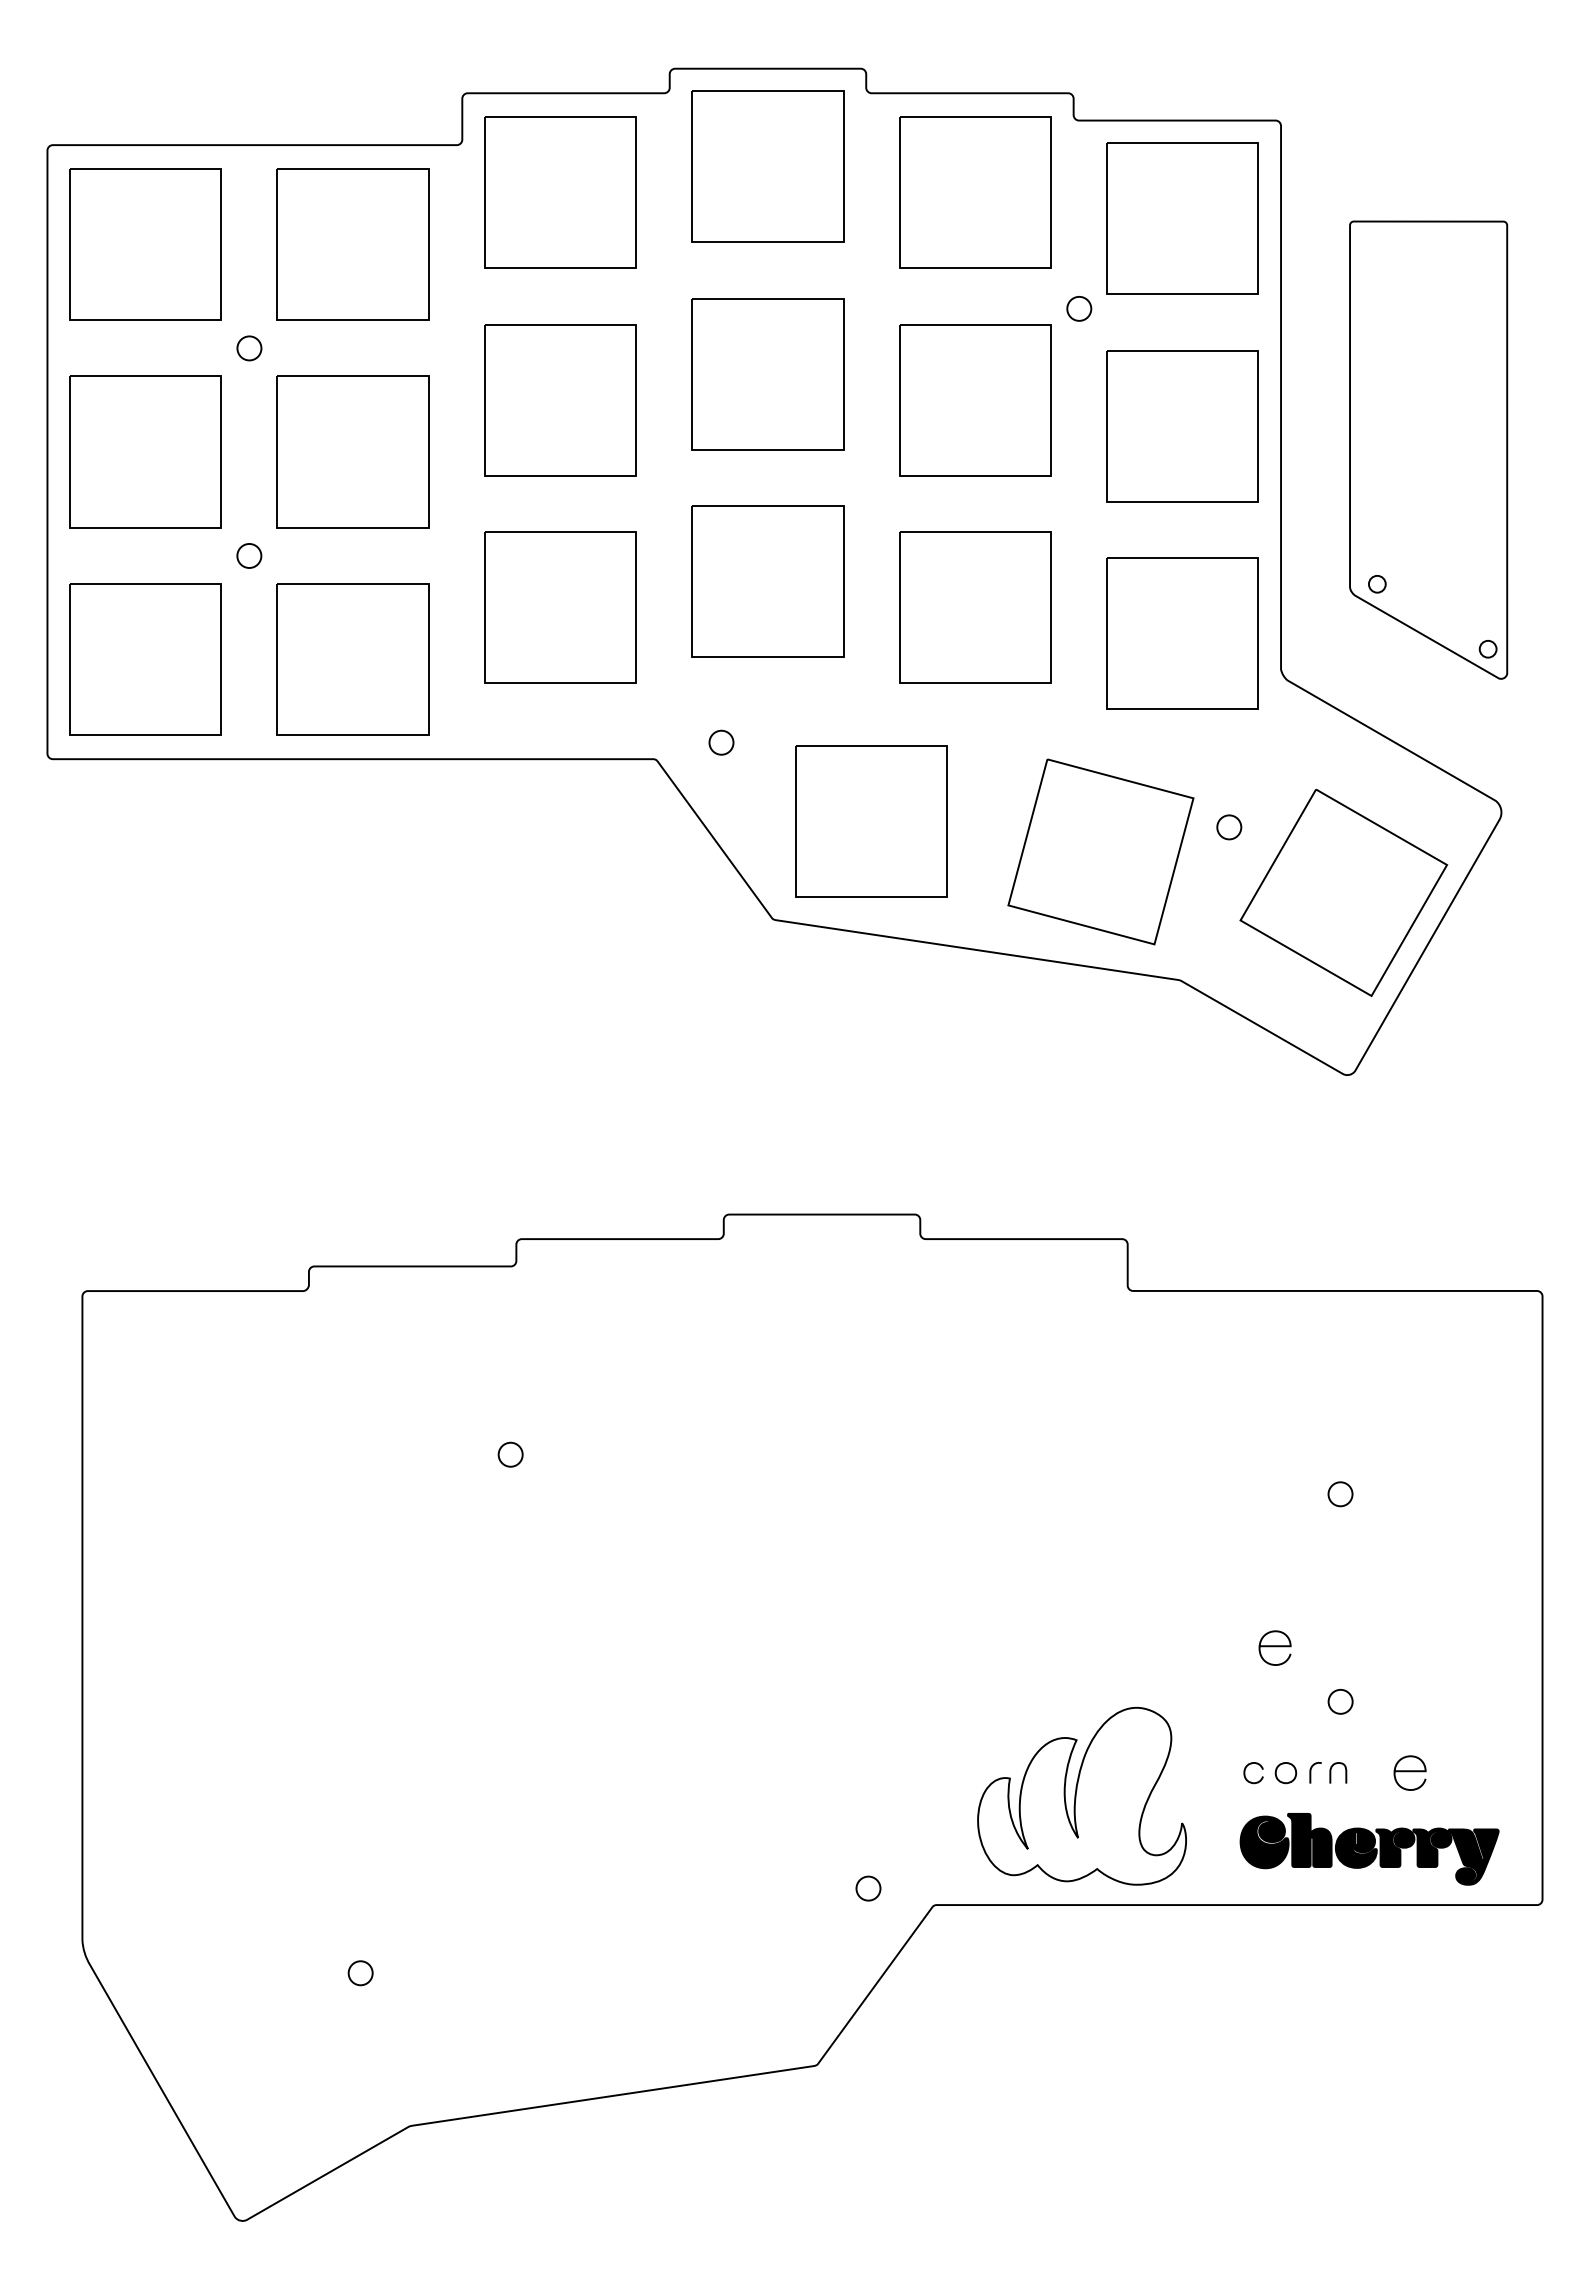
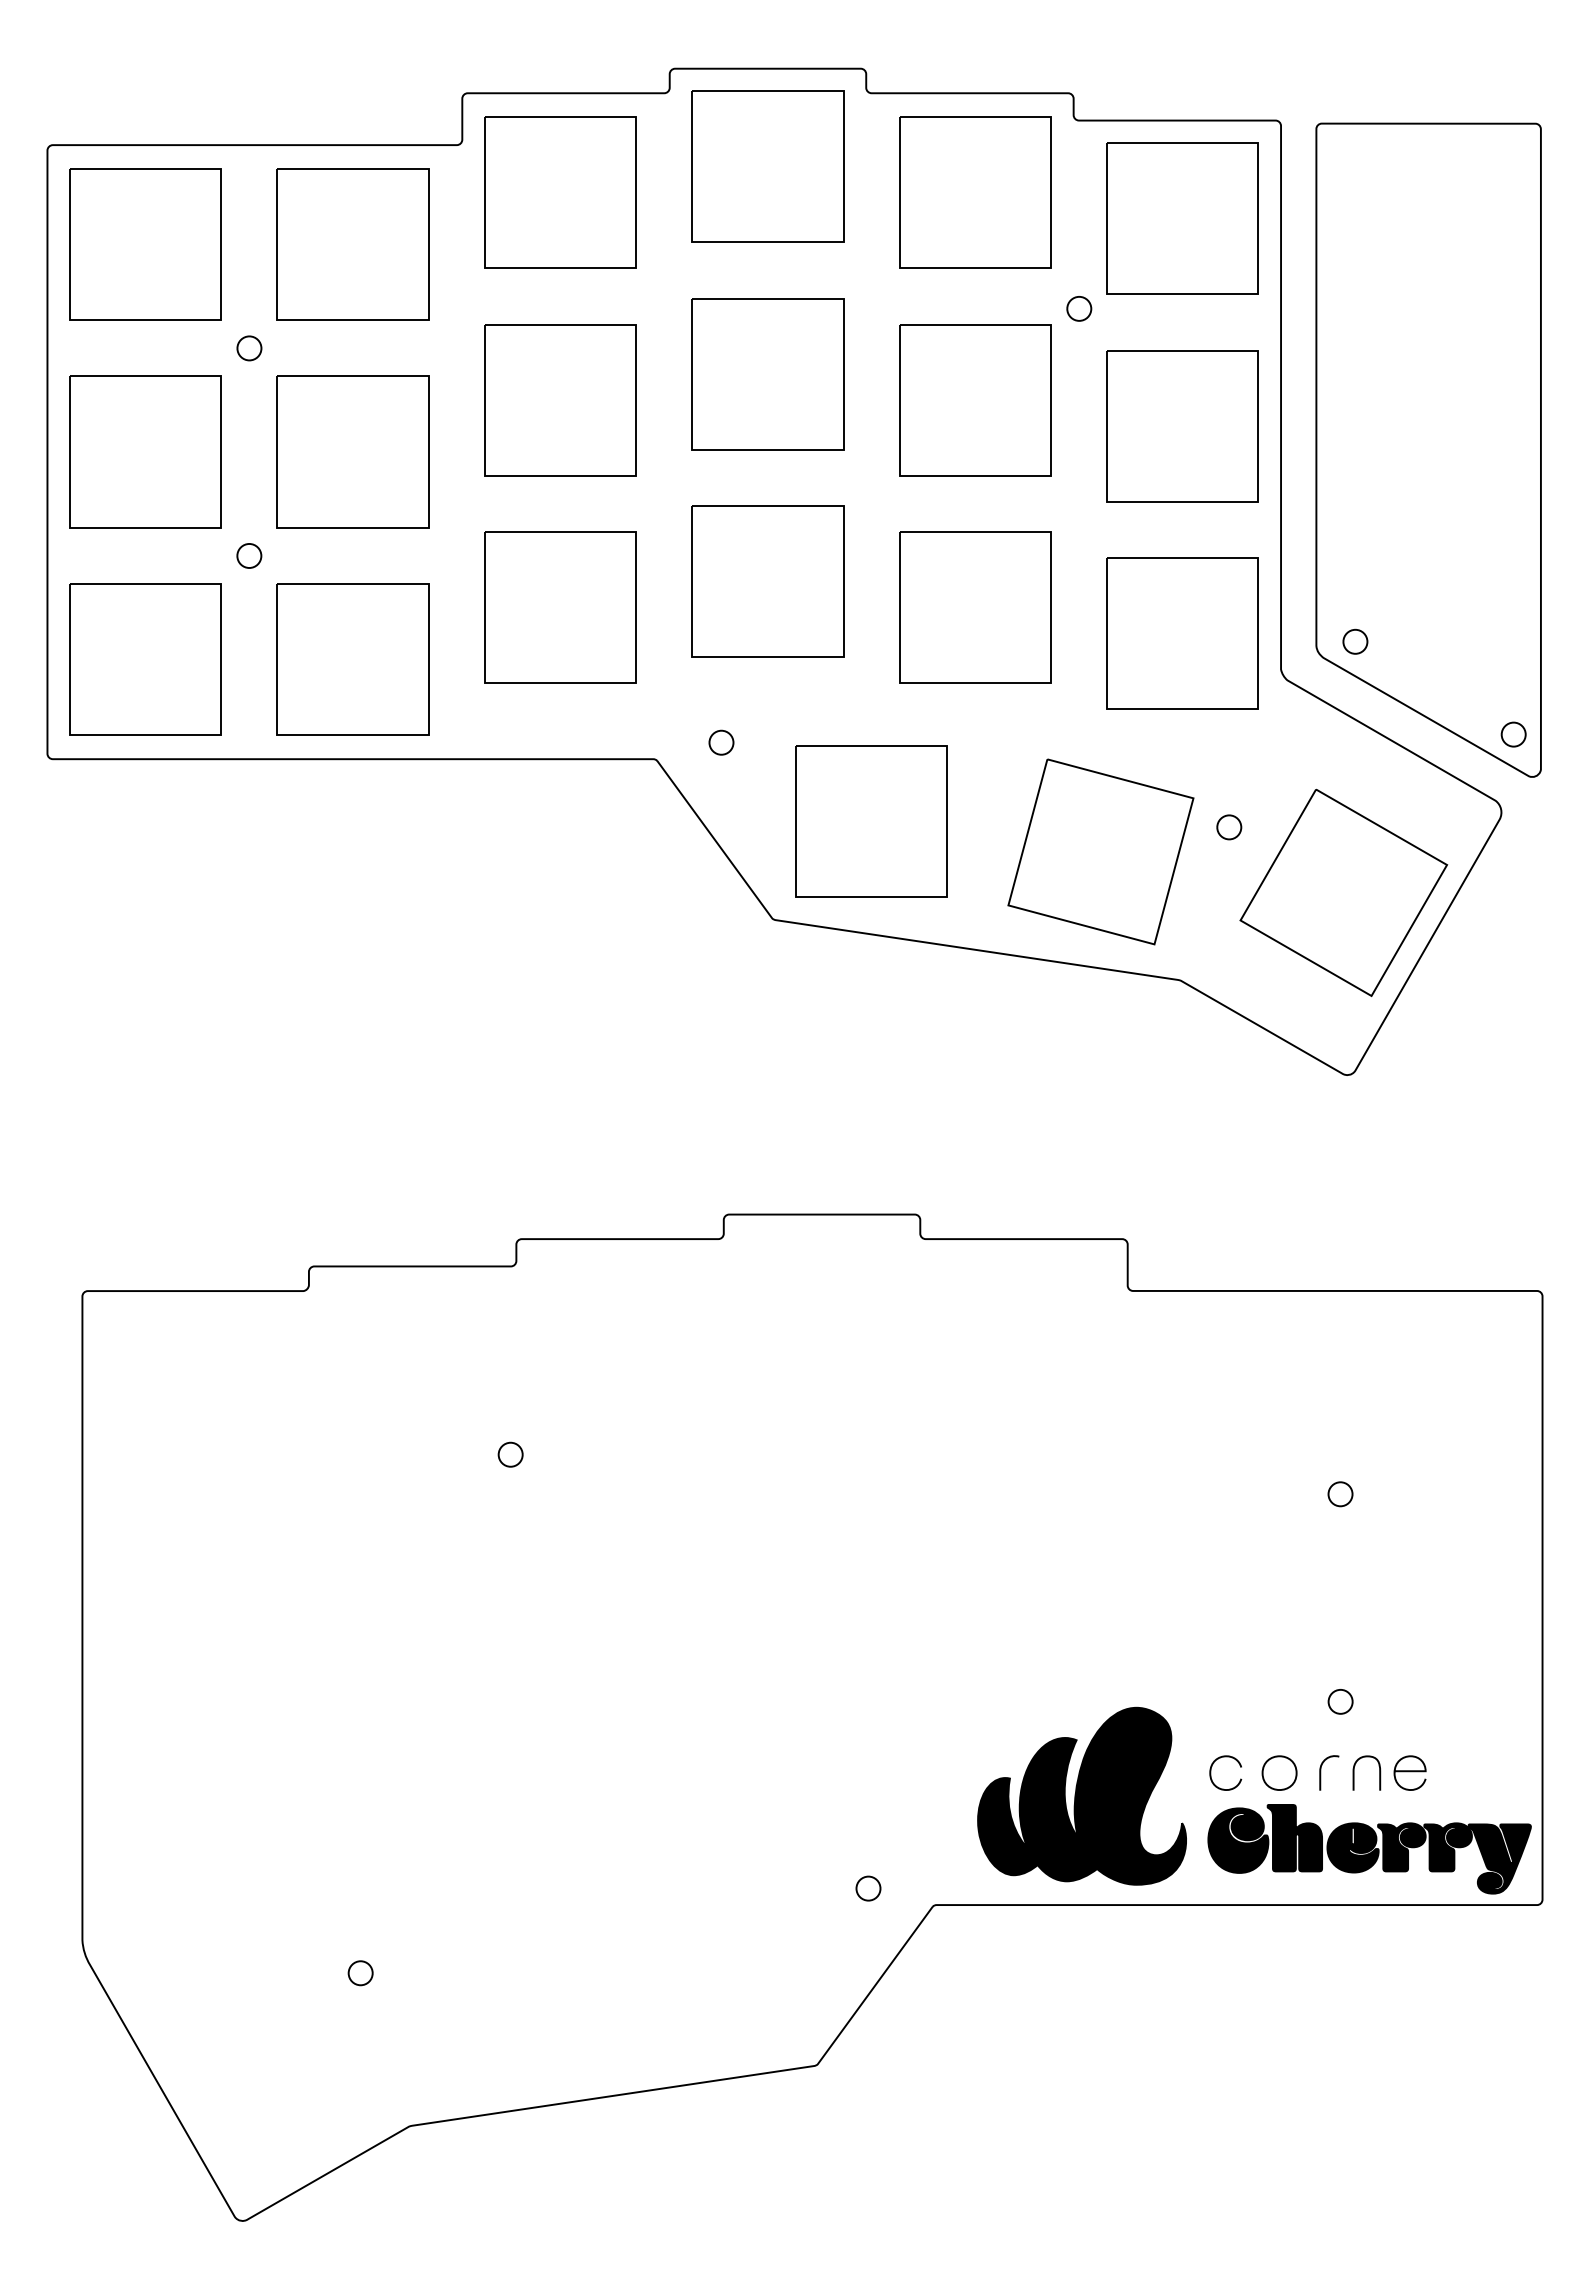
part at (1428, 449) size: 160x460 px -> 227x656 px
curve at (1274, 1647): present -> none
part at (1295, 1773) size: 105x23 px -> 173x36 px
fill at (1082, 1795): none -> present
part at (1369, 1849) size: 261x73 px -> 325x91 px
